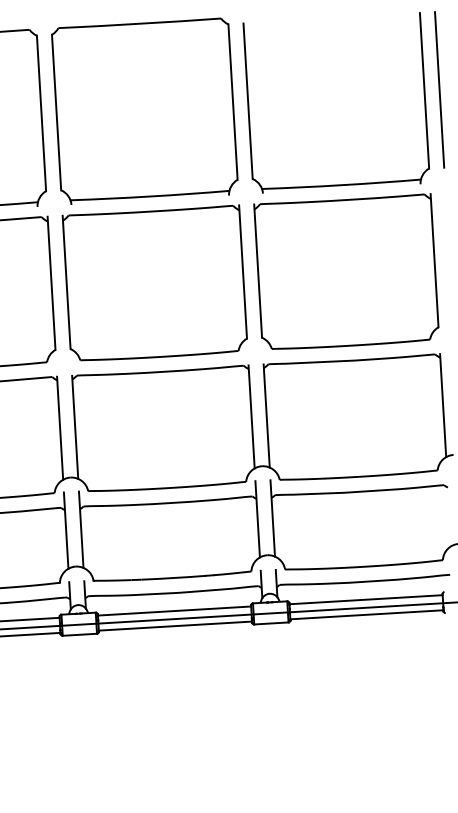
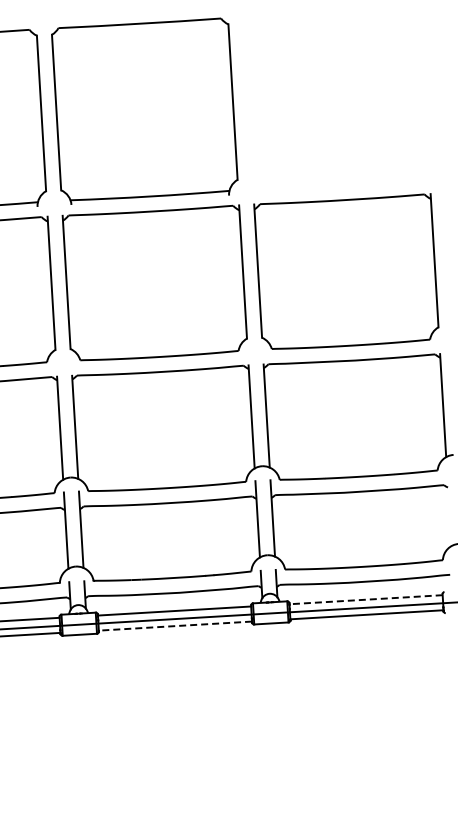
line at (439, 89): present -> none
part at (347, 183): present -> none
line at (366, 599): solid -> dashed
line at (175, 626): solid -> dashed
